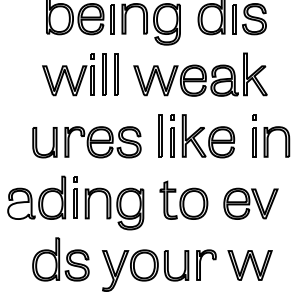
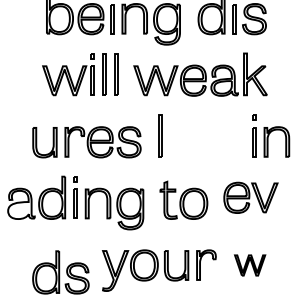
part at (202, 136): present -> none
part at (250, 203) position: (250, 203) -> (250, 197)
part at (60, 259) position: (60, 259) -> (60, 272)
part at (249, 265) size: 46x31 px -> 33x23 px
